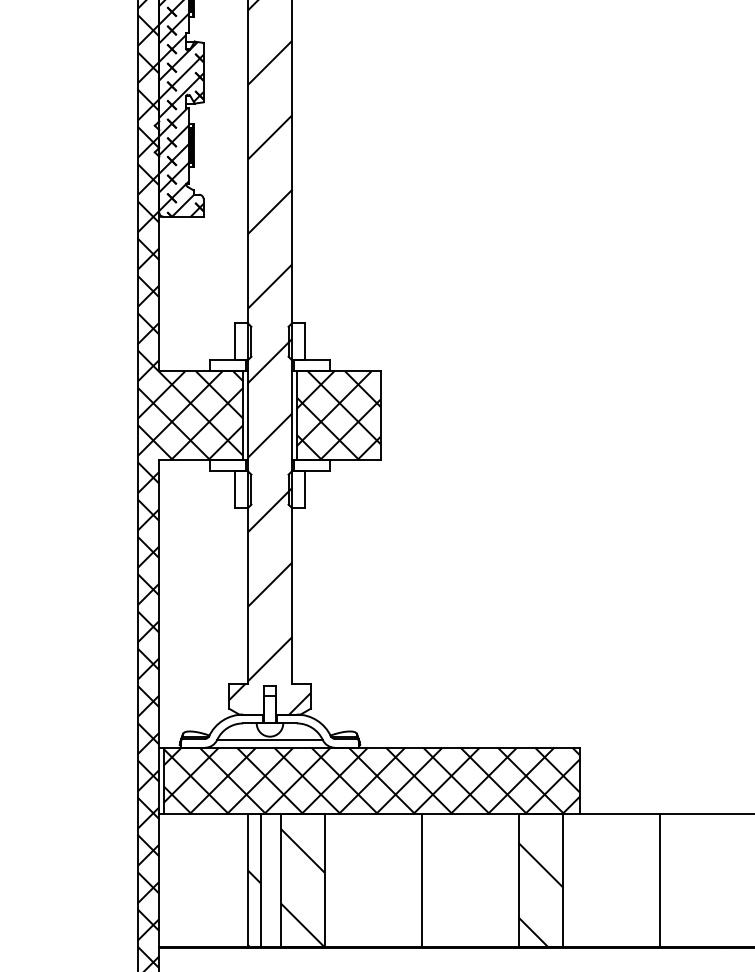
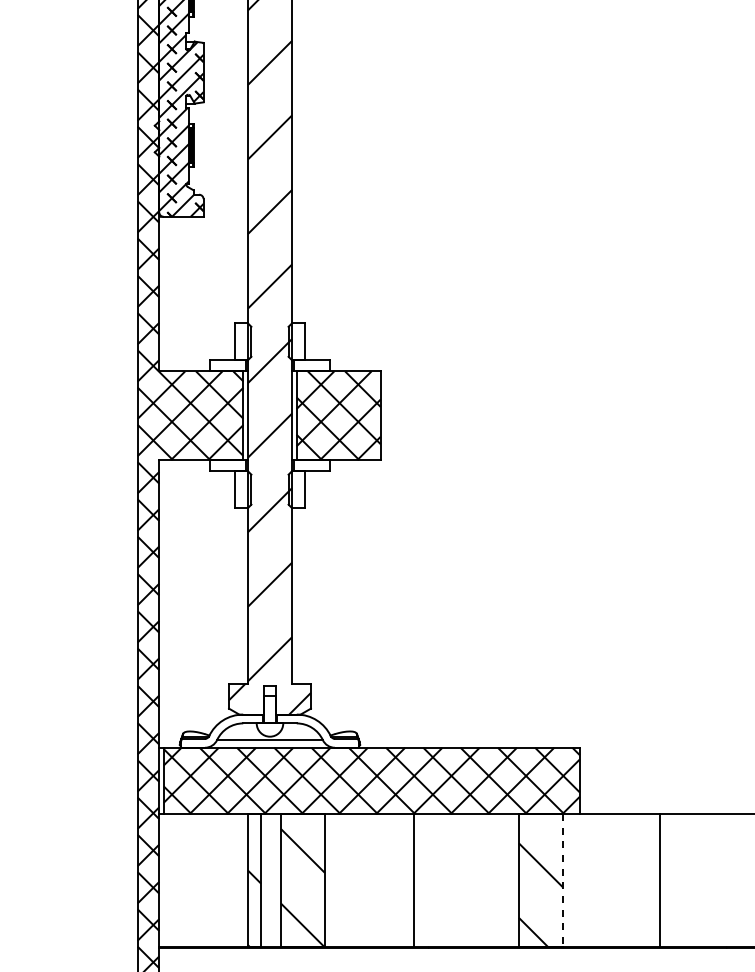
line at (421, 880) position: (421, 880) -> (413, 880)
line at (562, 881): solid -> dashed
